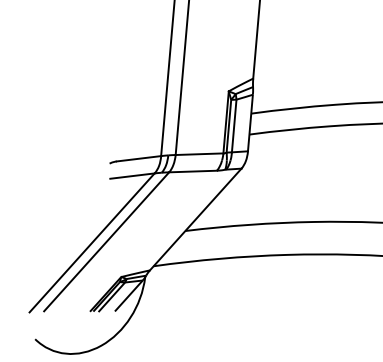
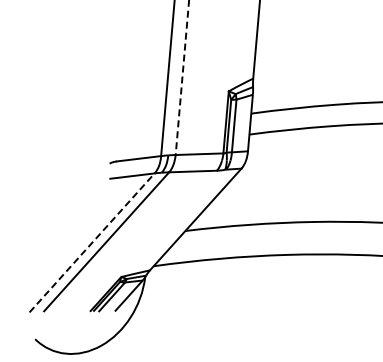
line at (182, 78): solid -> dashed
line at (92, 242): solid -> dashed
